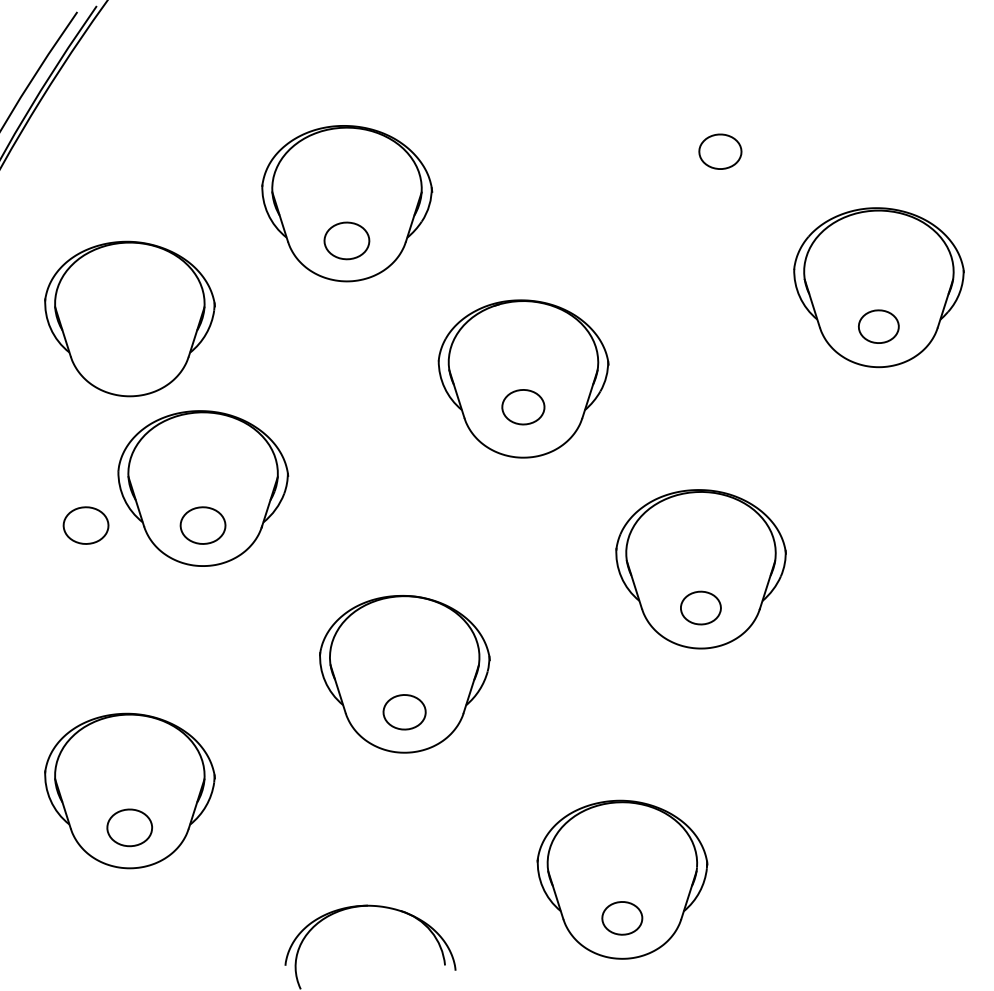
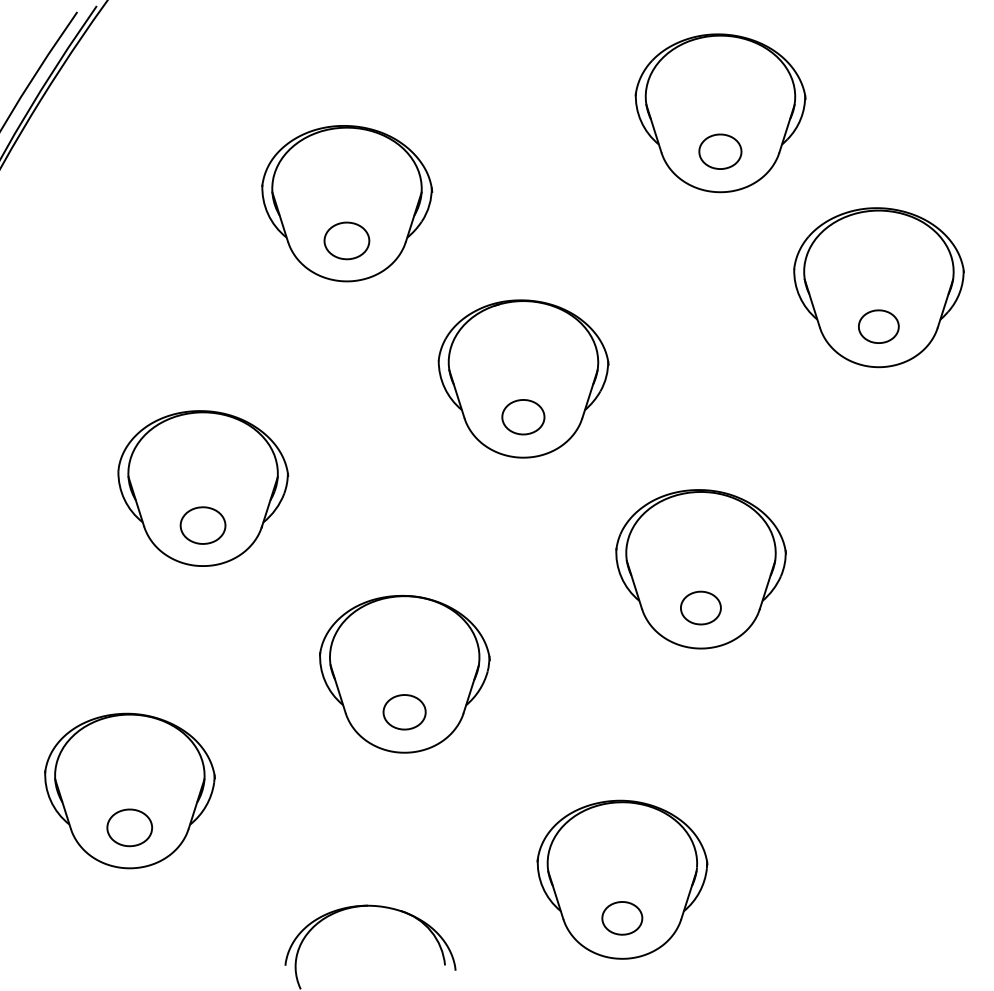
part at (720, 113): none -> present
part at (129, 318): present -> none
part at (523, 407) position: (523, 407) -> (523, 417)
part at (85, 525): present -> none
